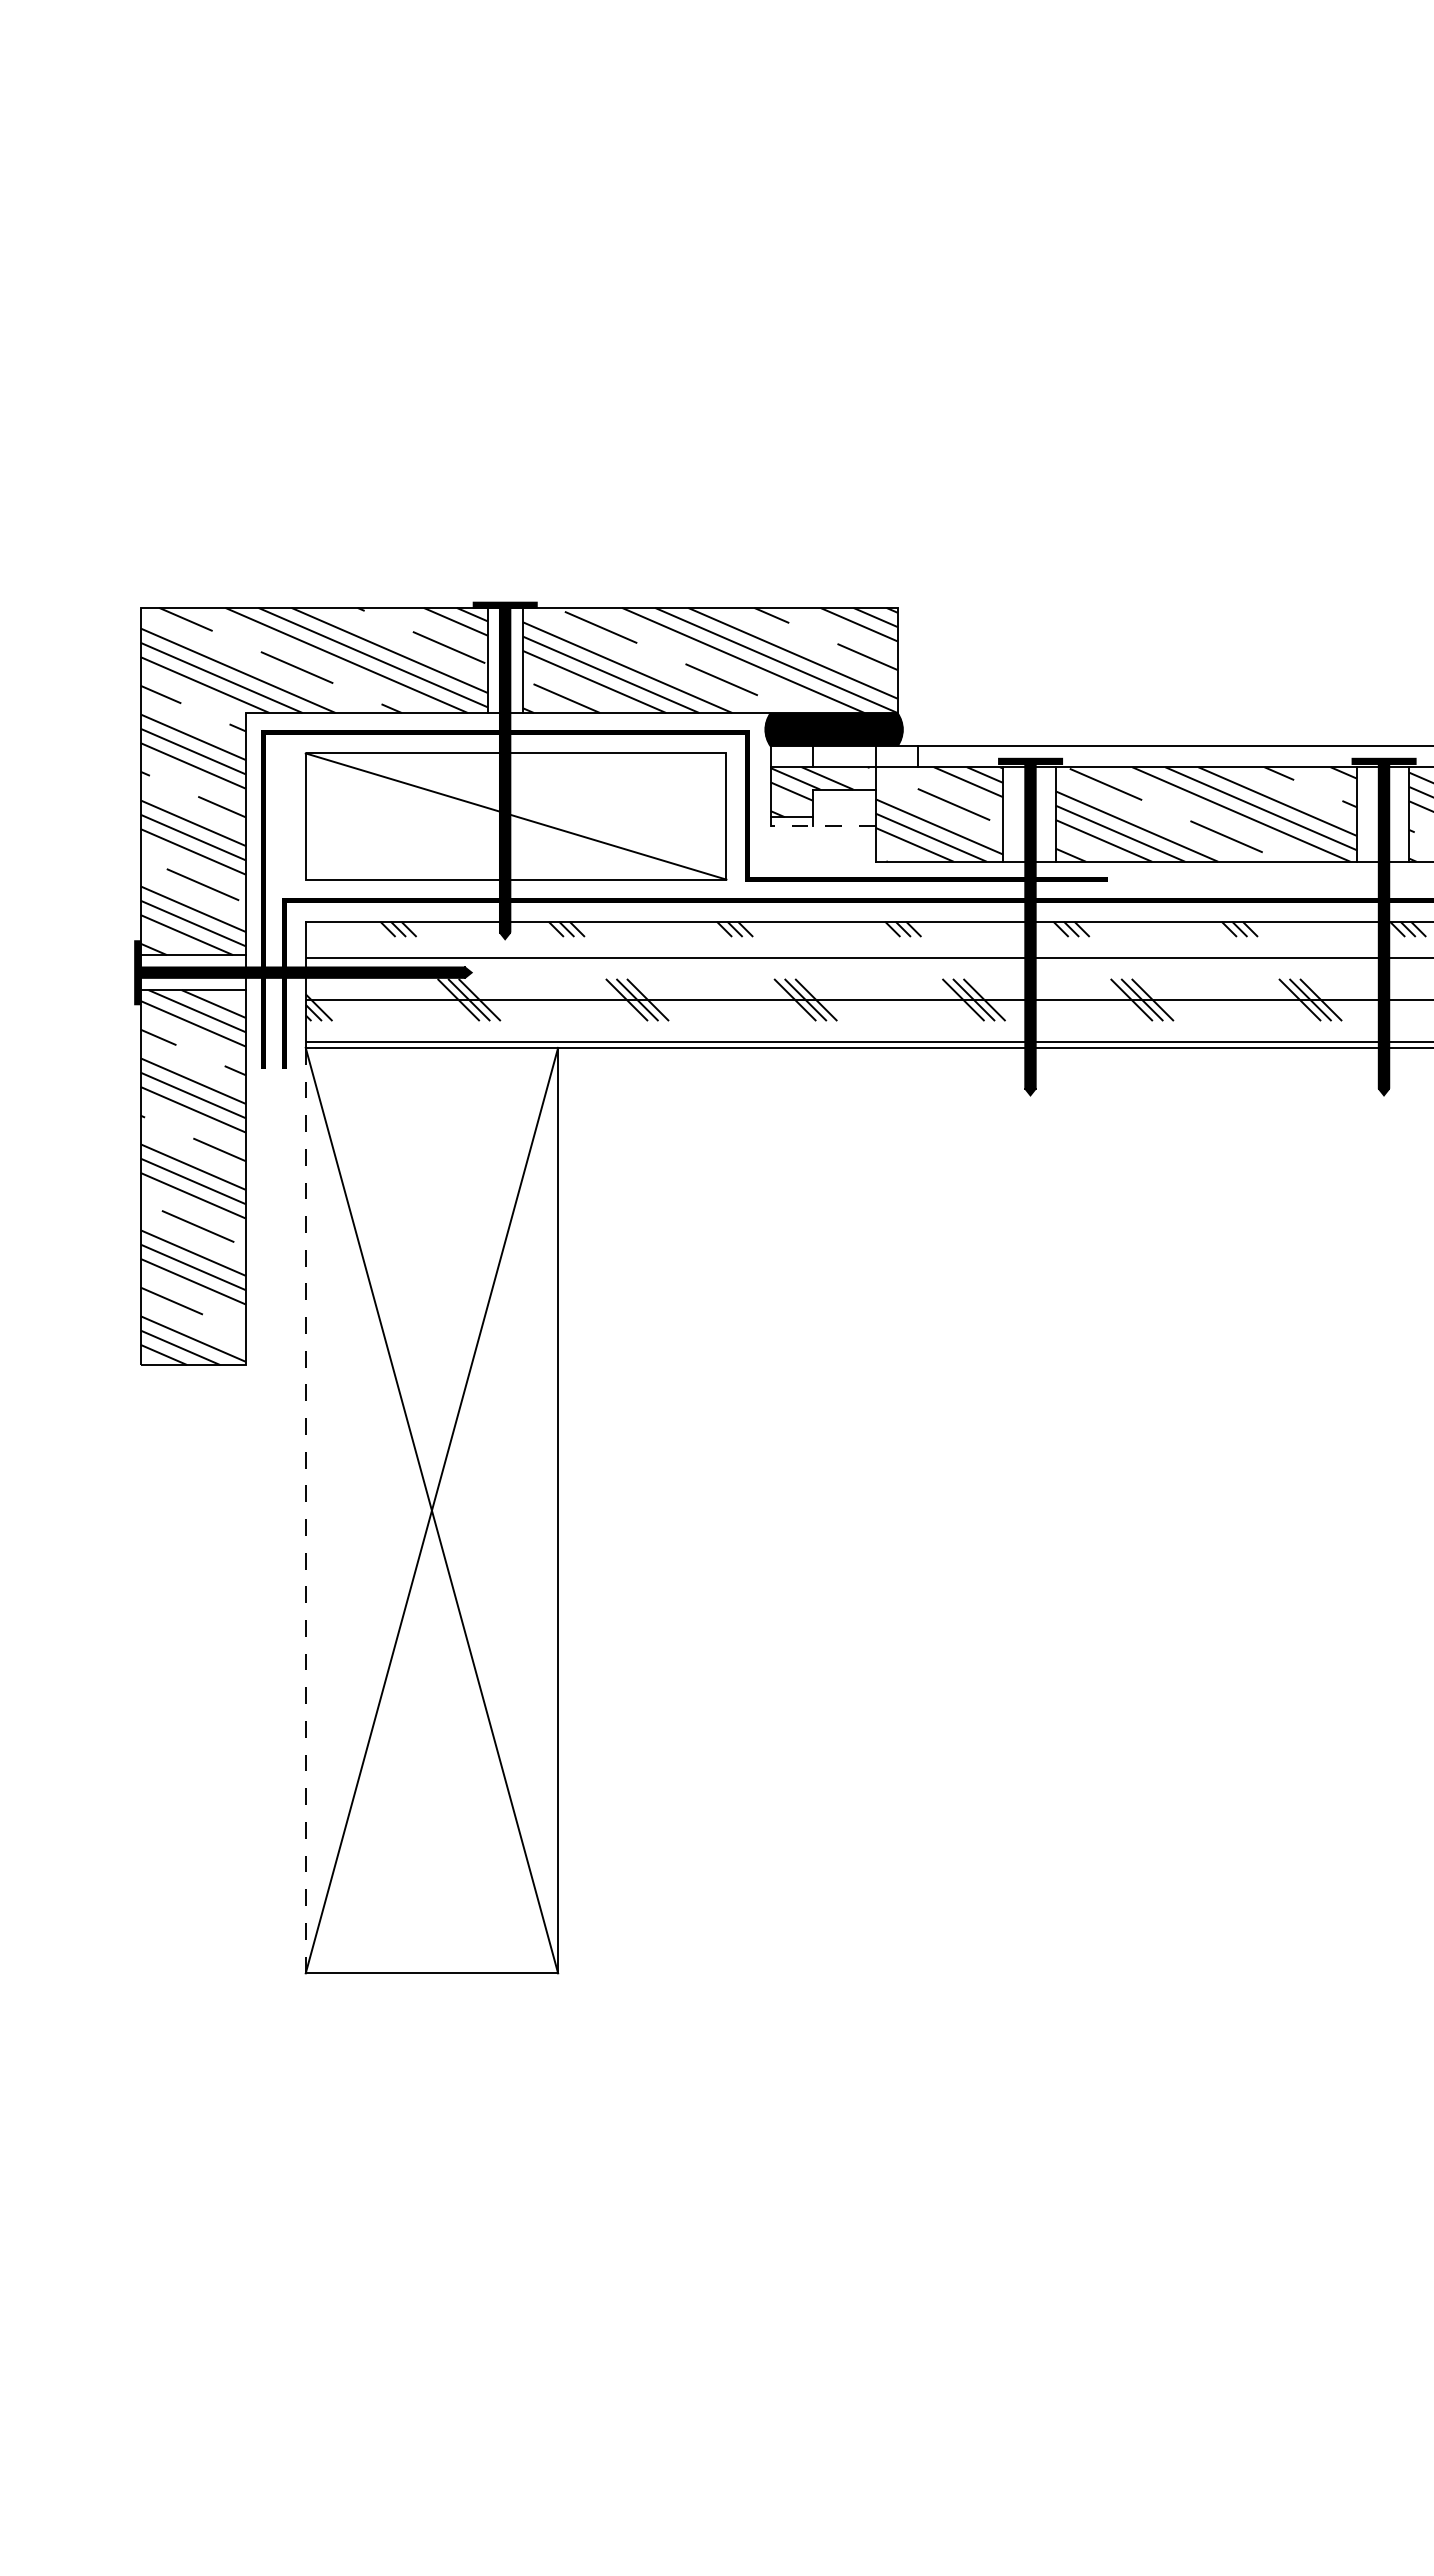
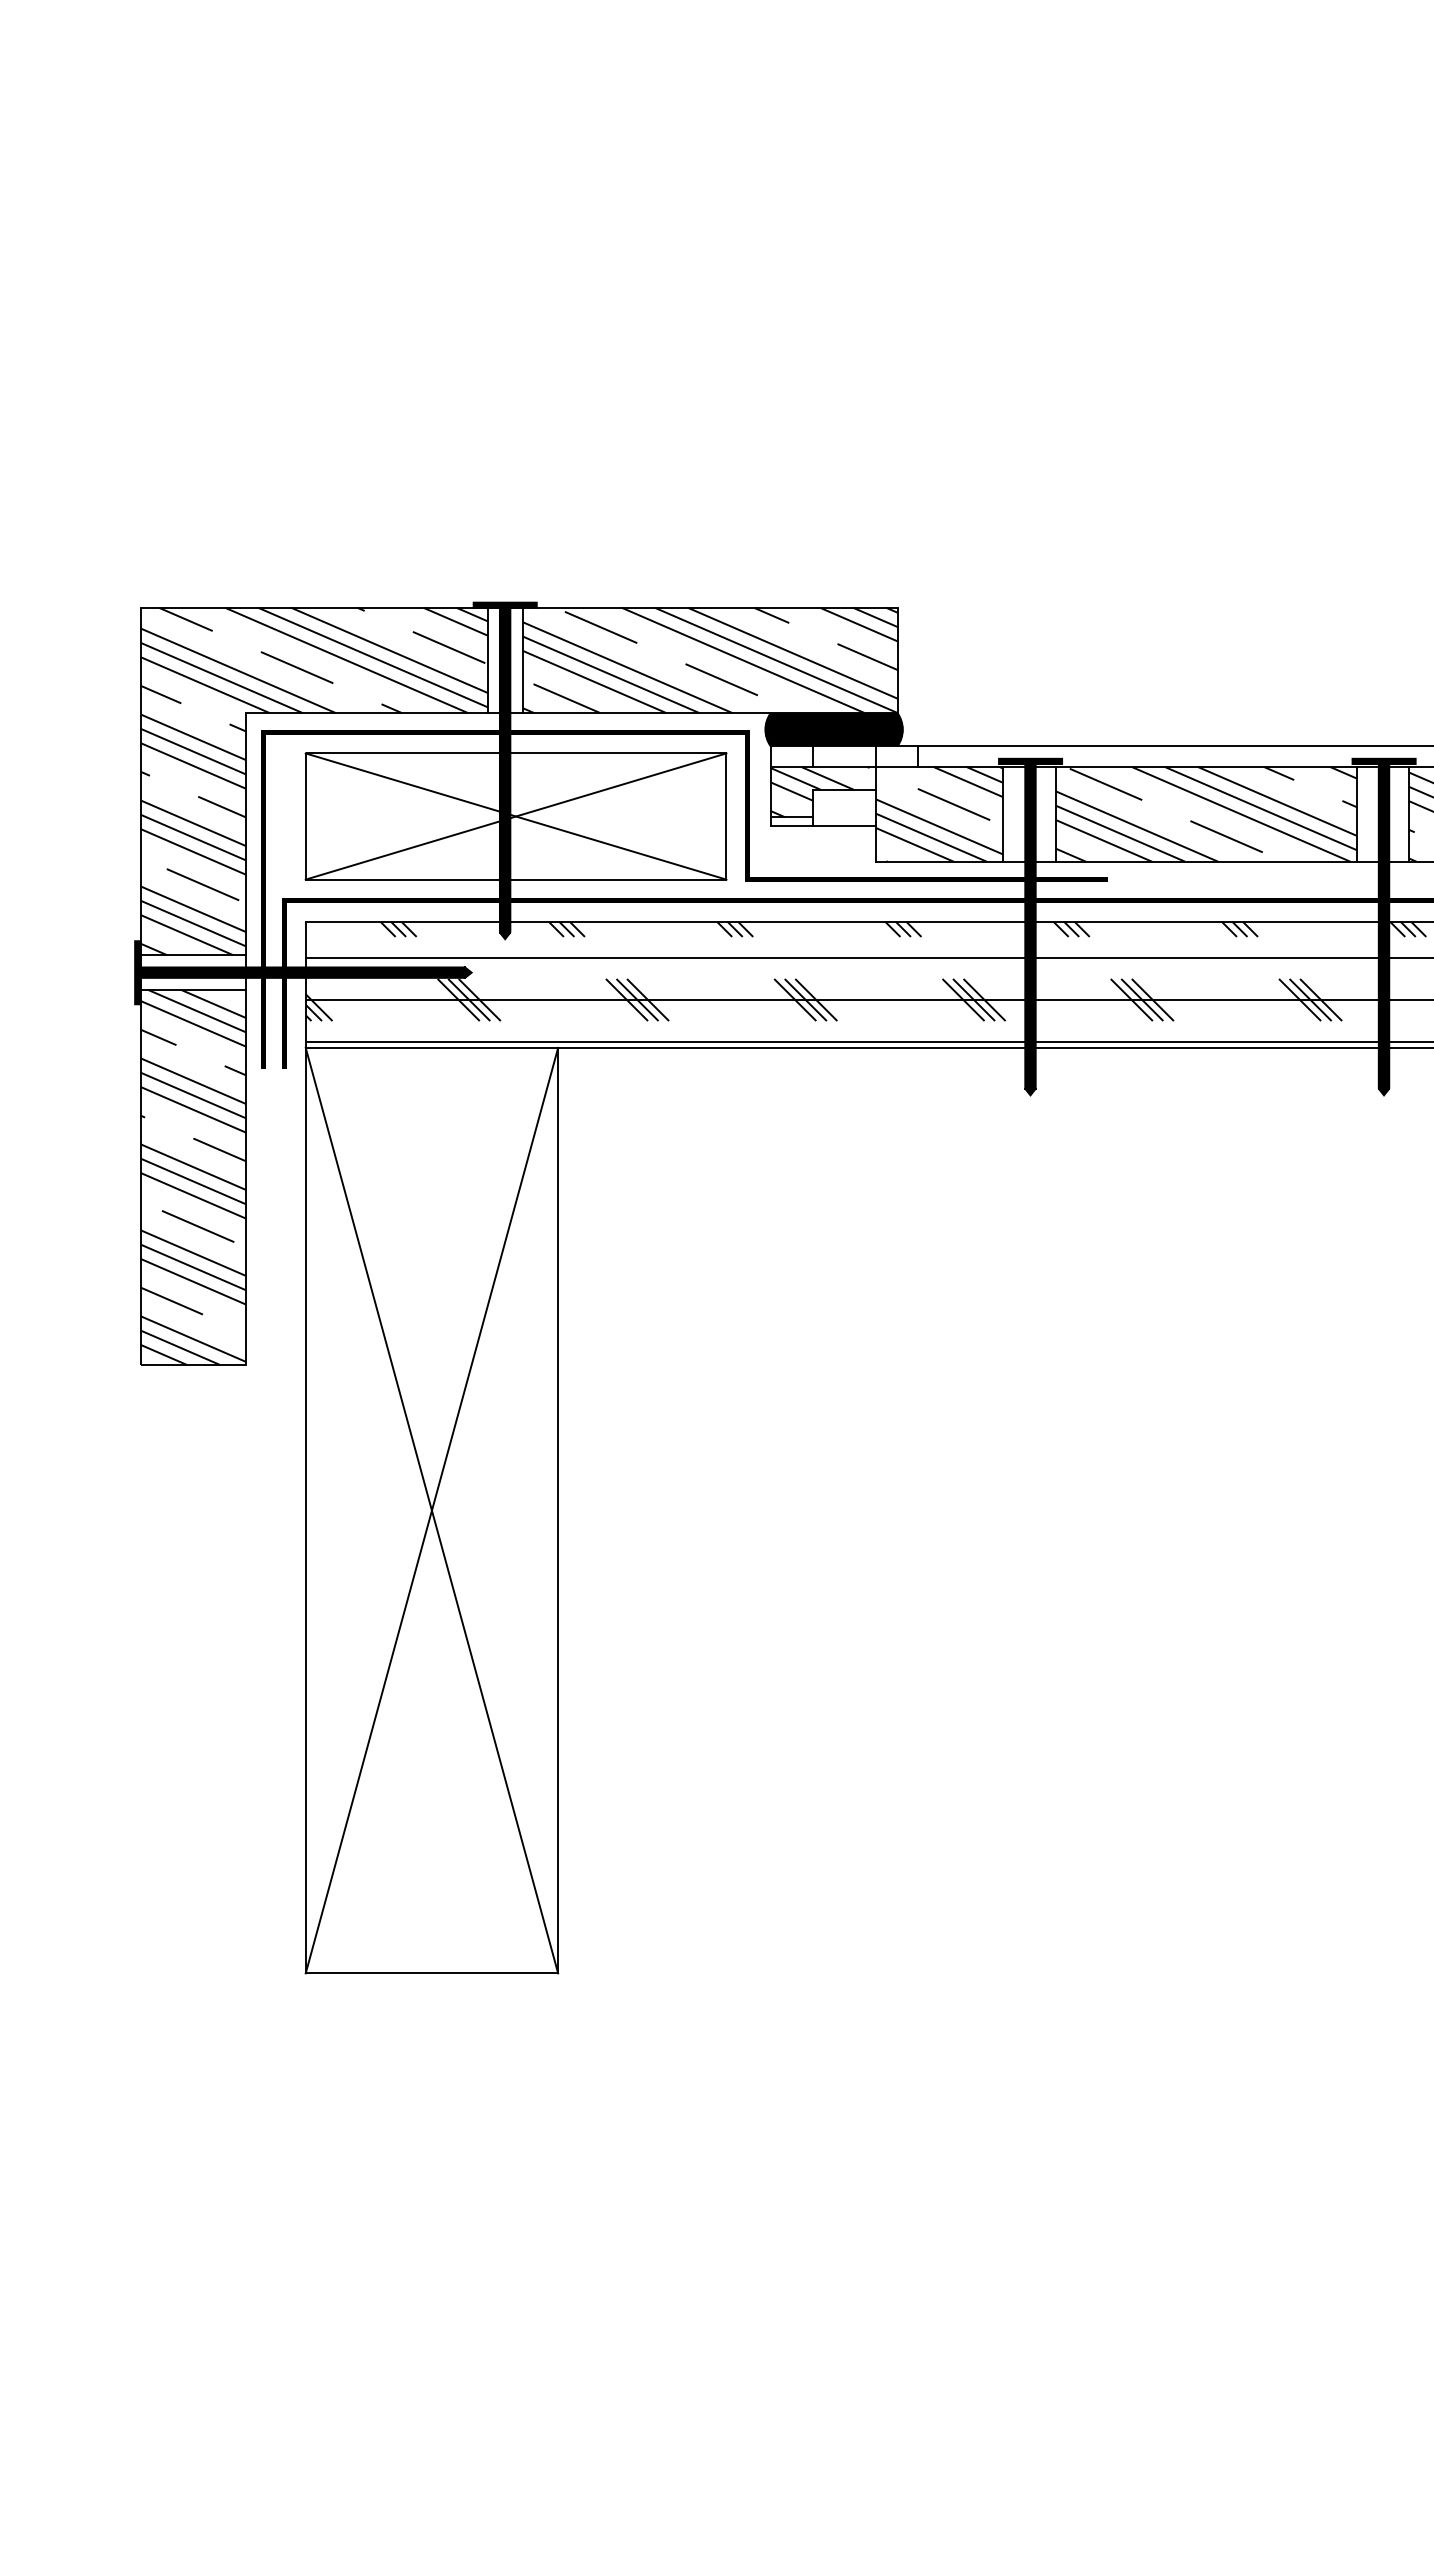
line at (515, 816): none -> present
line at (823, 826): dashed -> solid
line at (305, 1510): dashed -> solid
